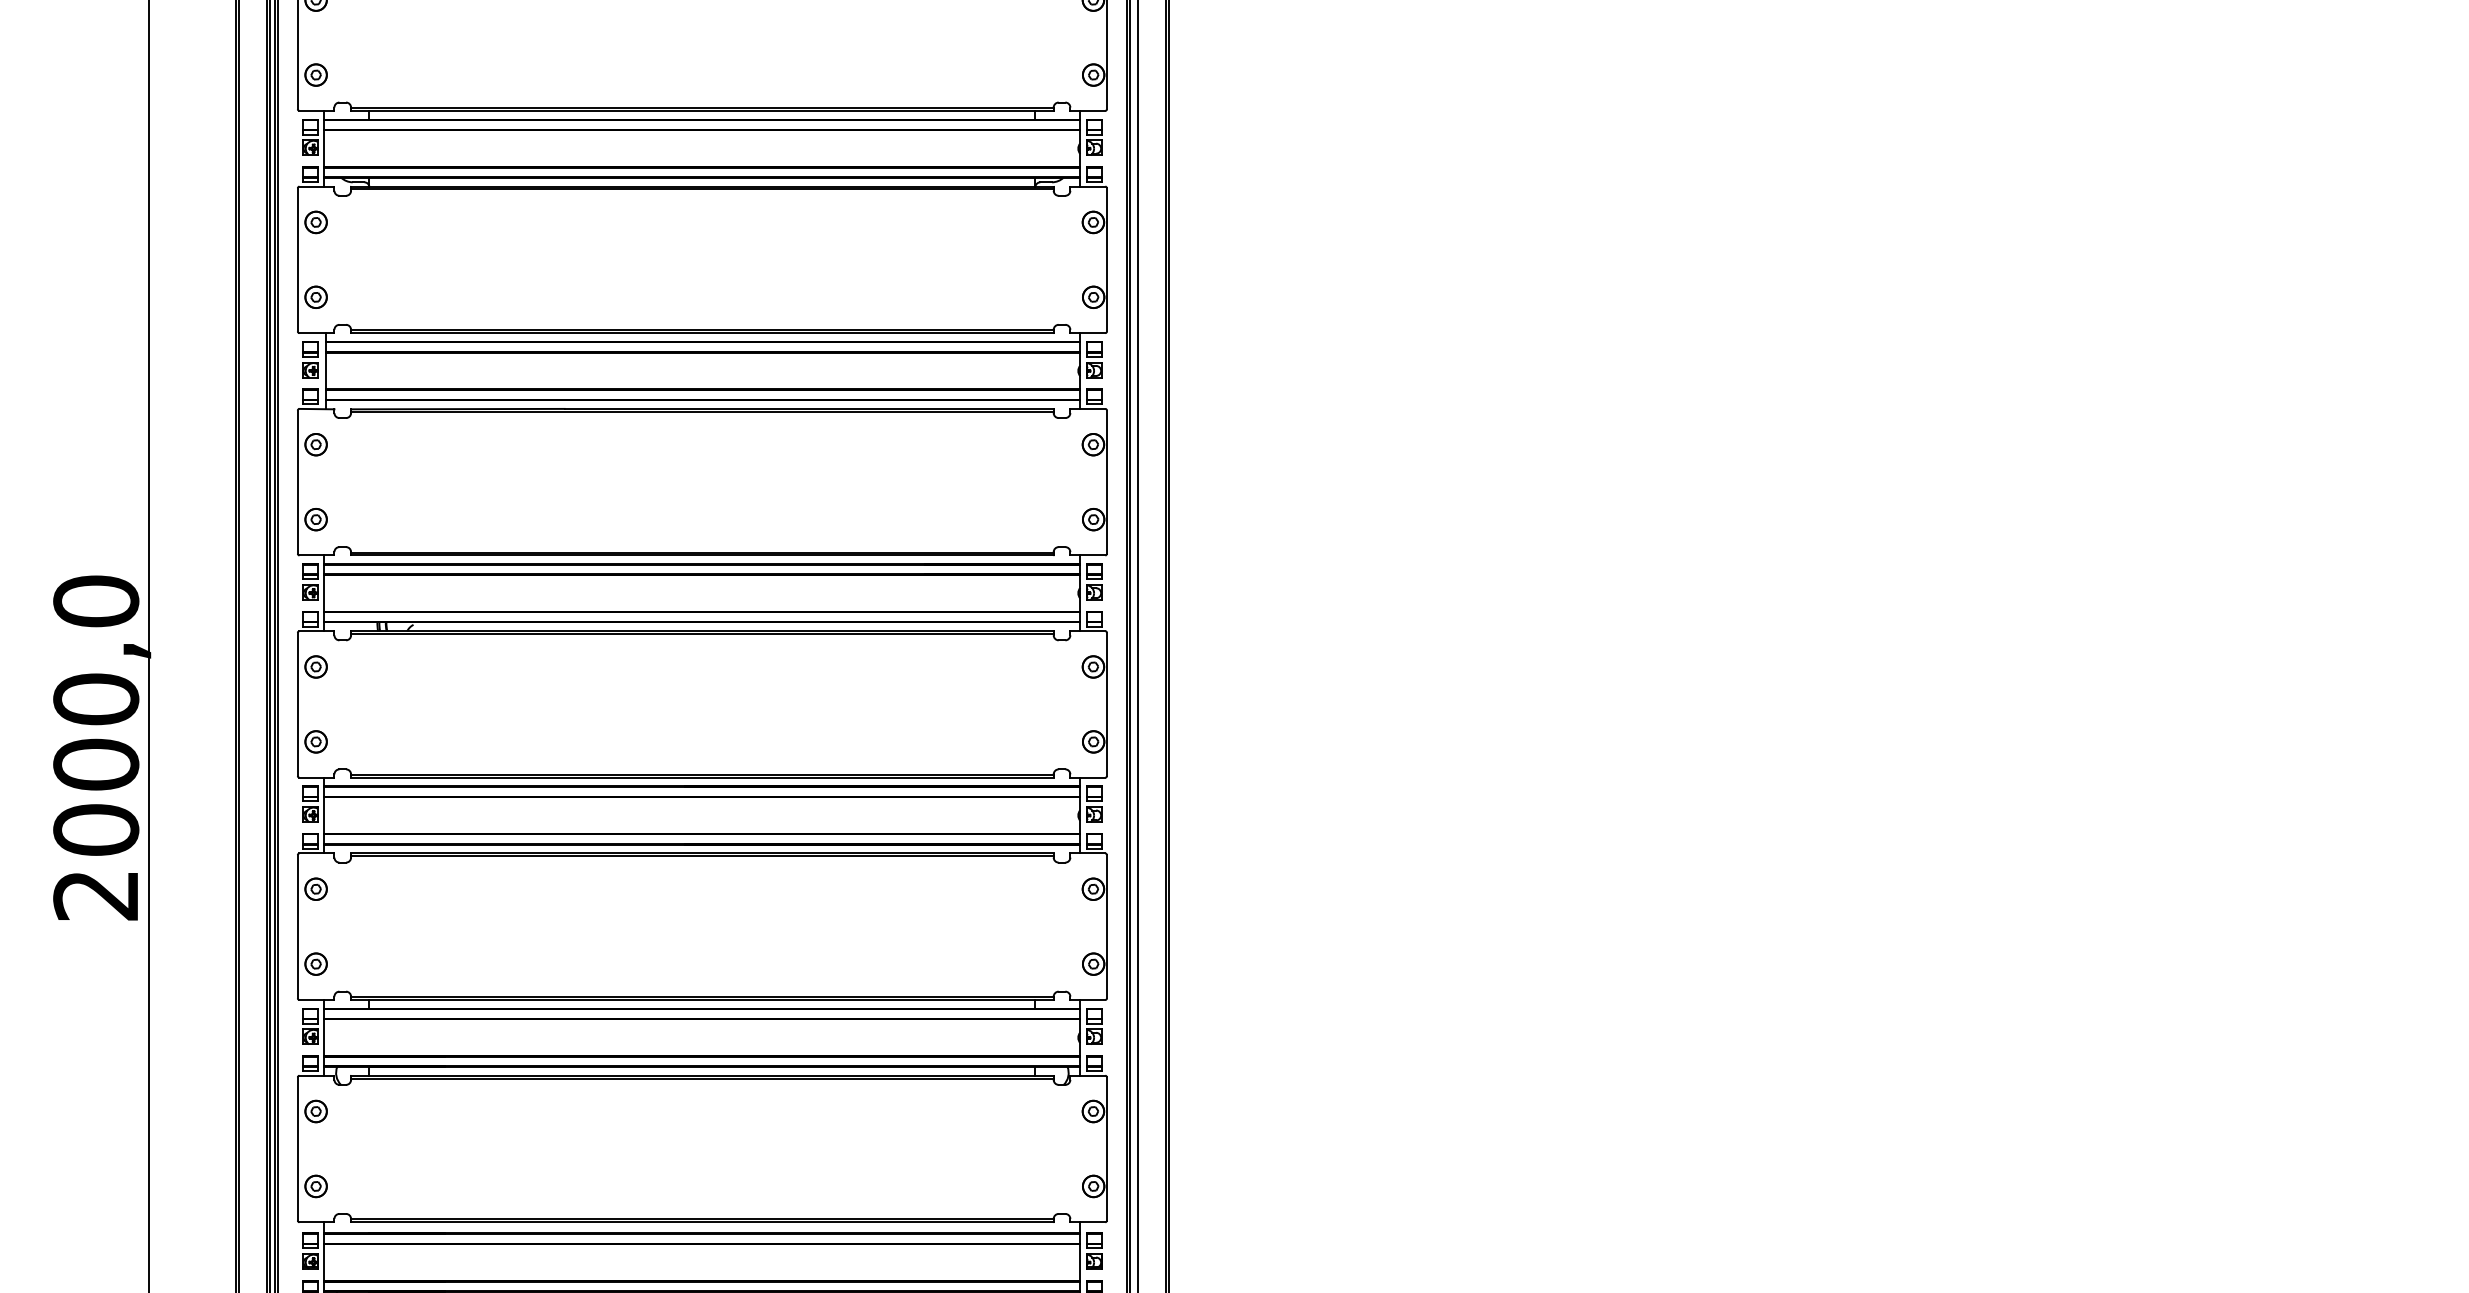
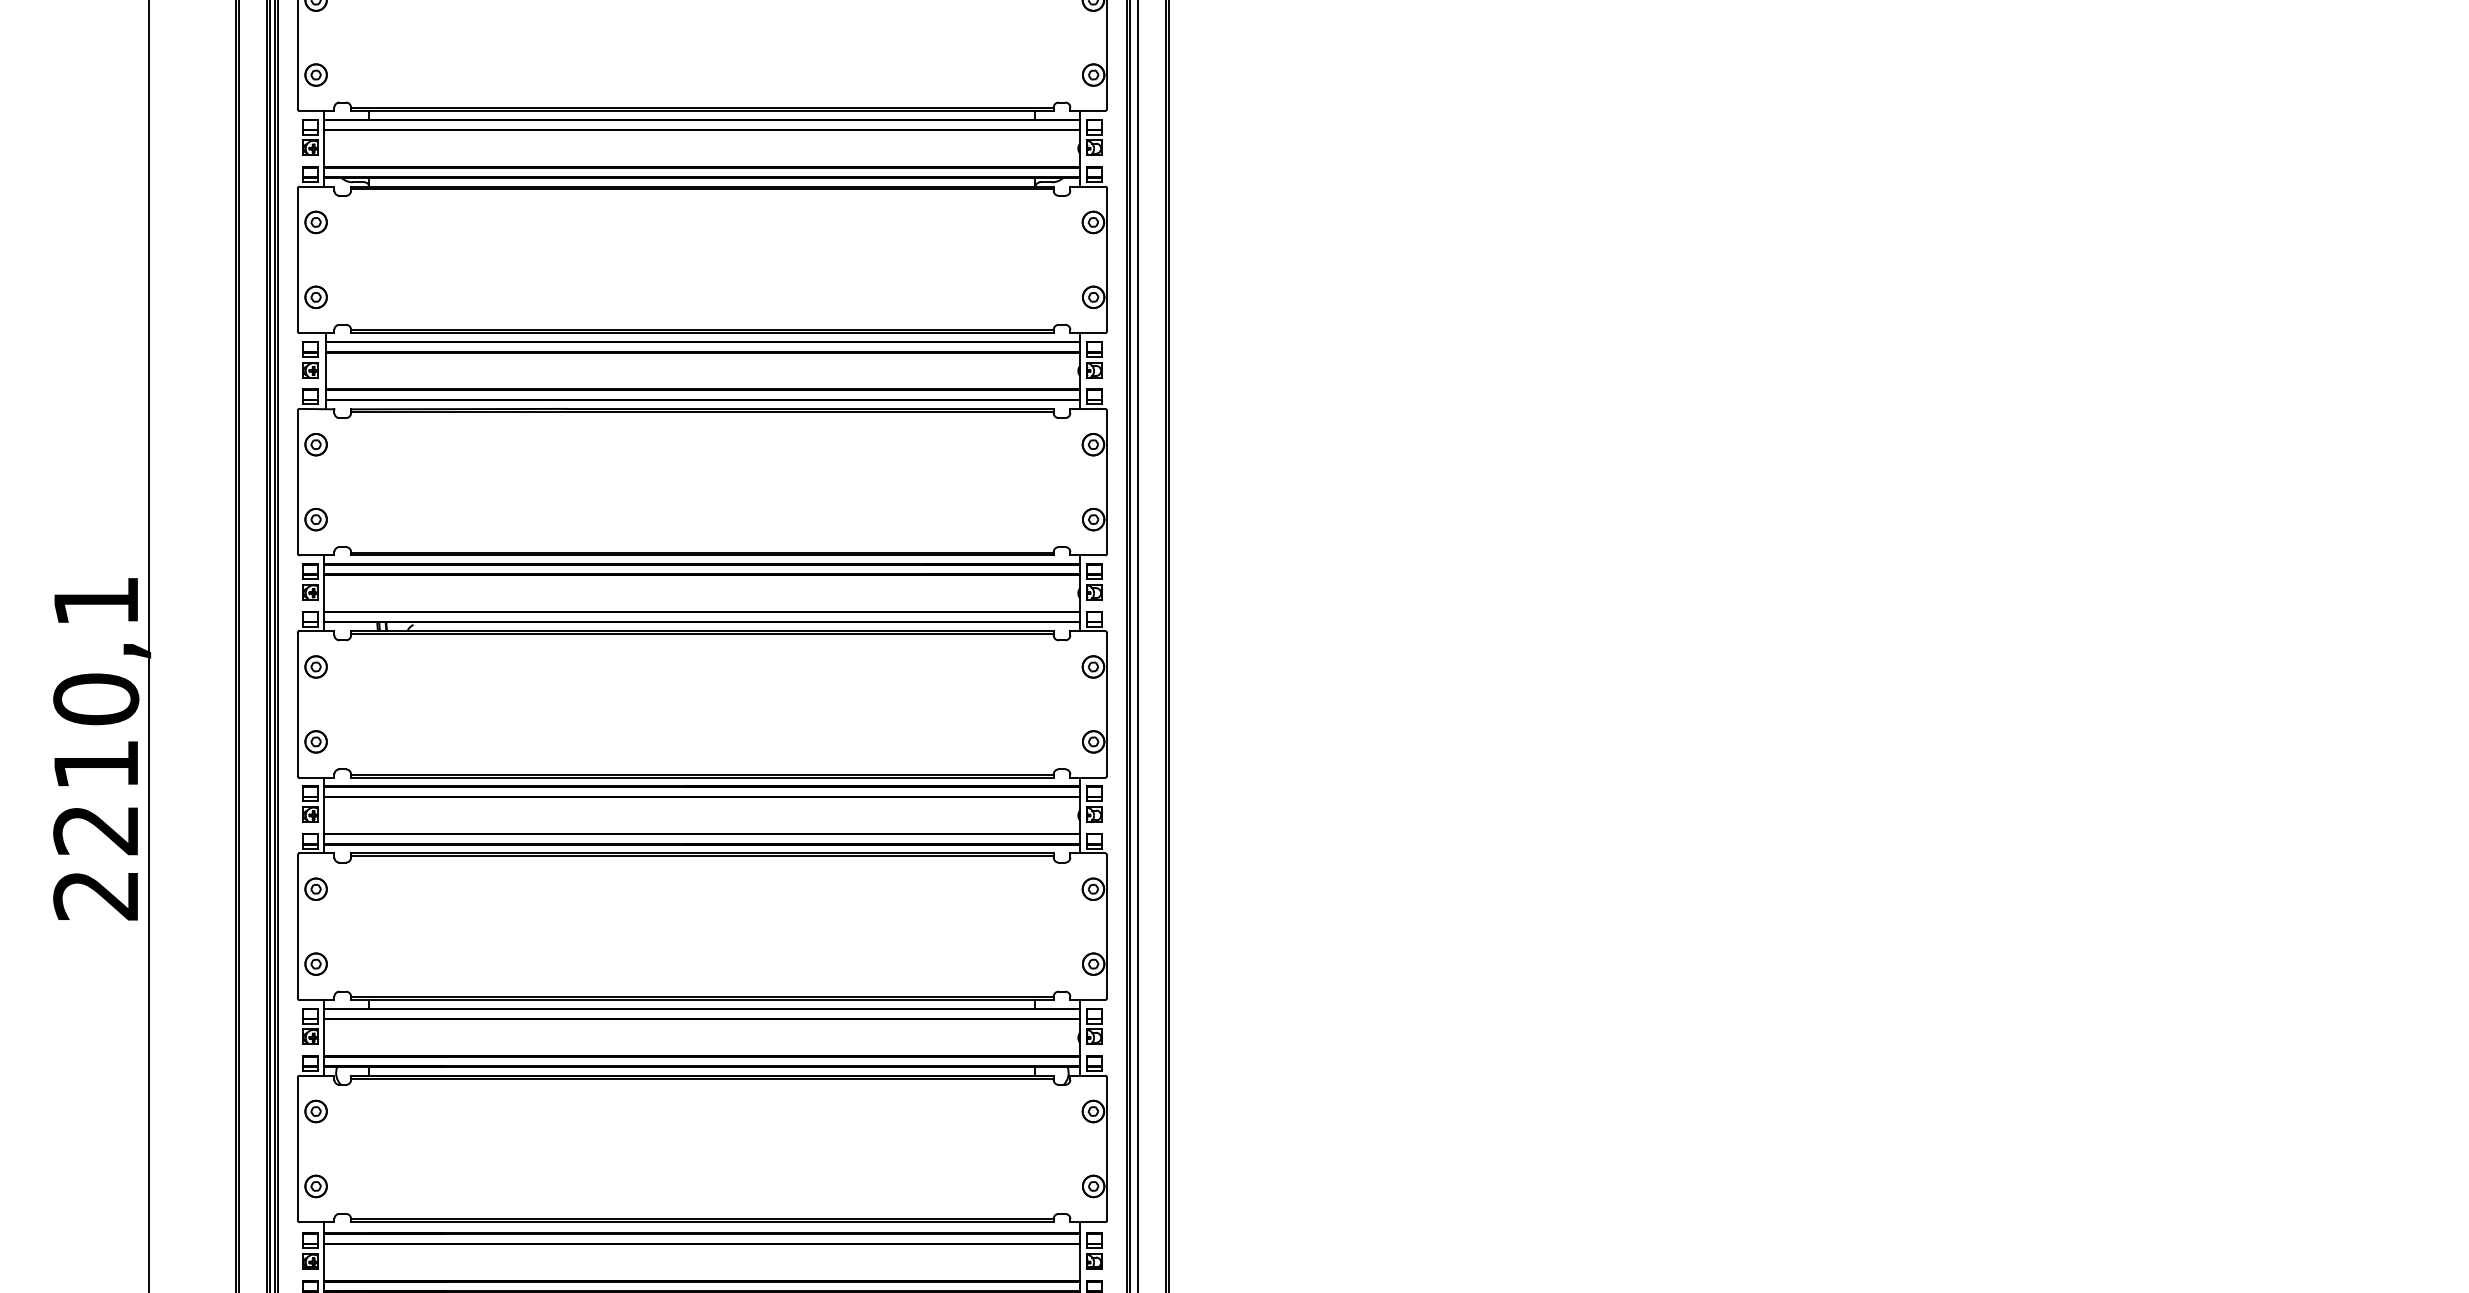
text at (96, 715): 2000,0 -> 2210,1
